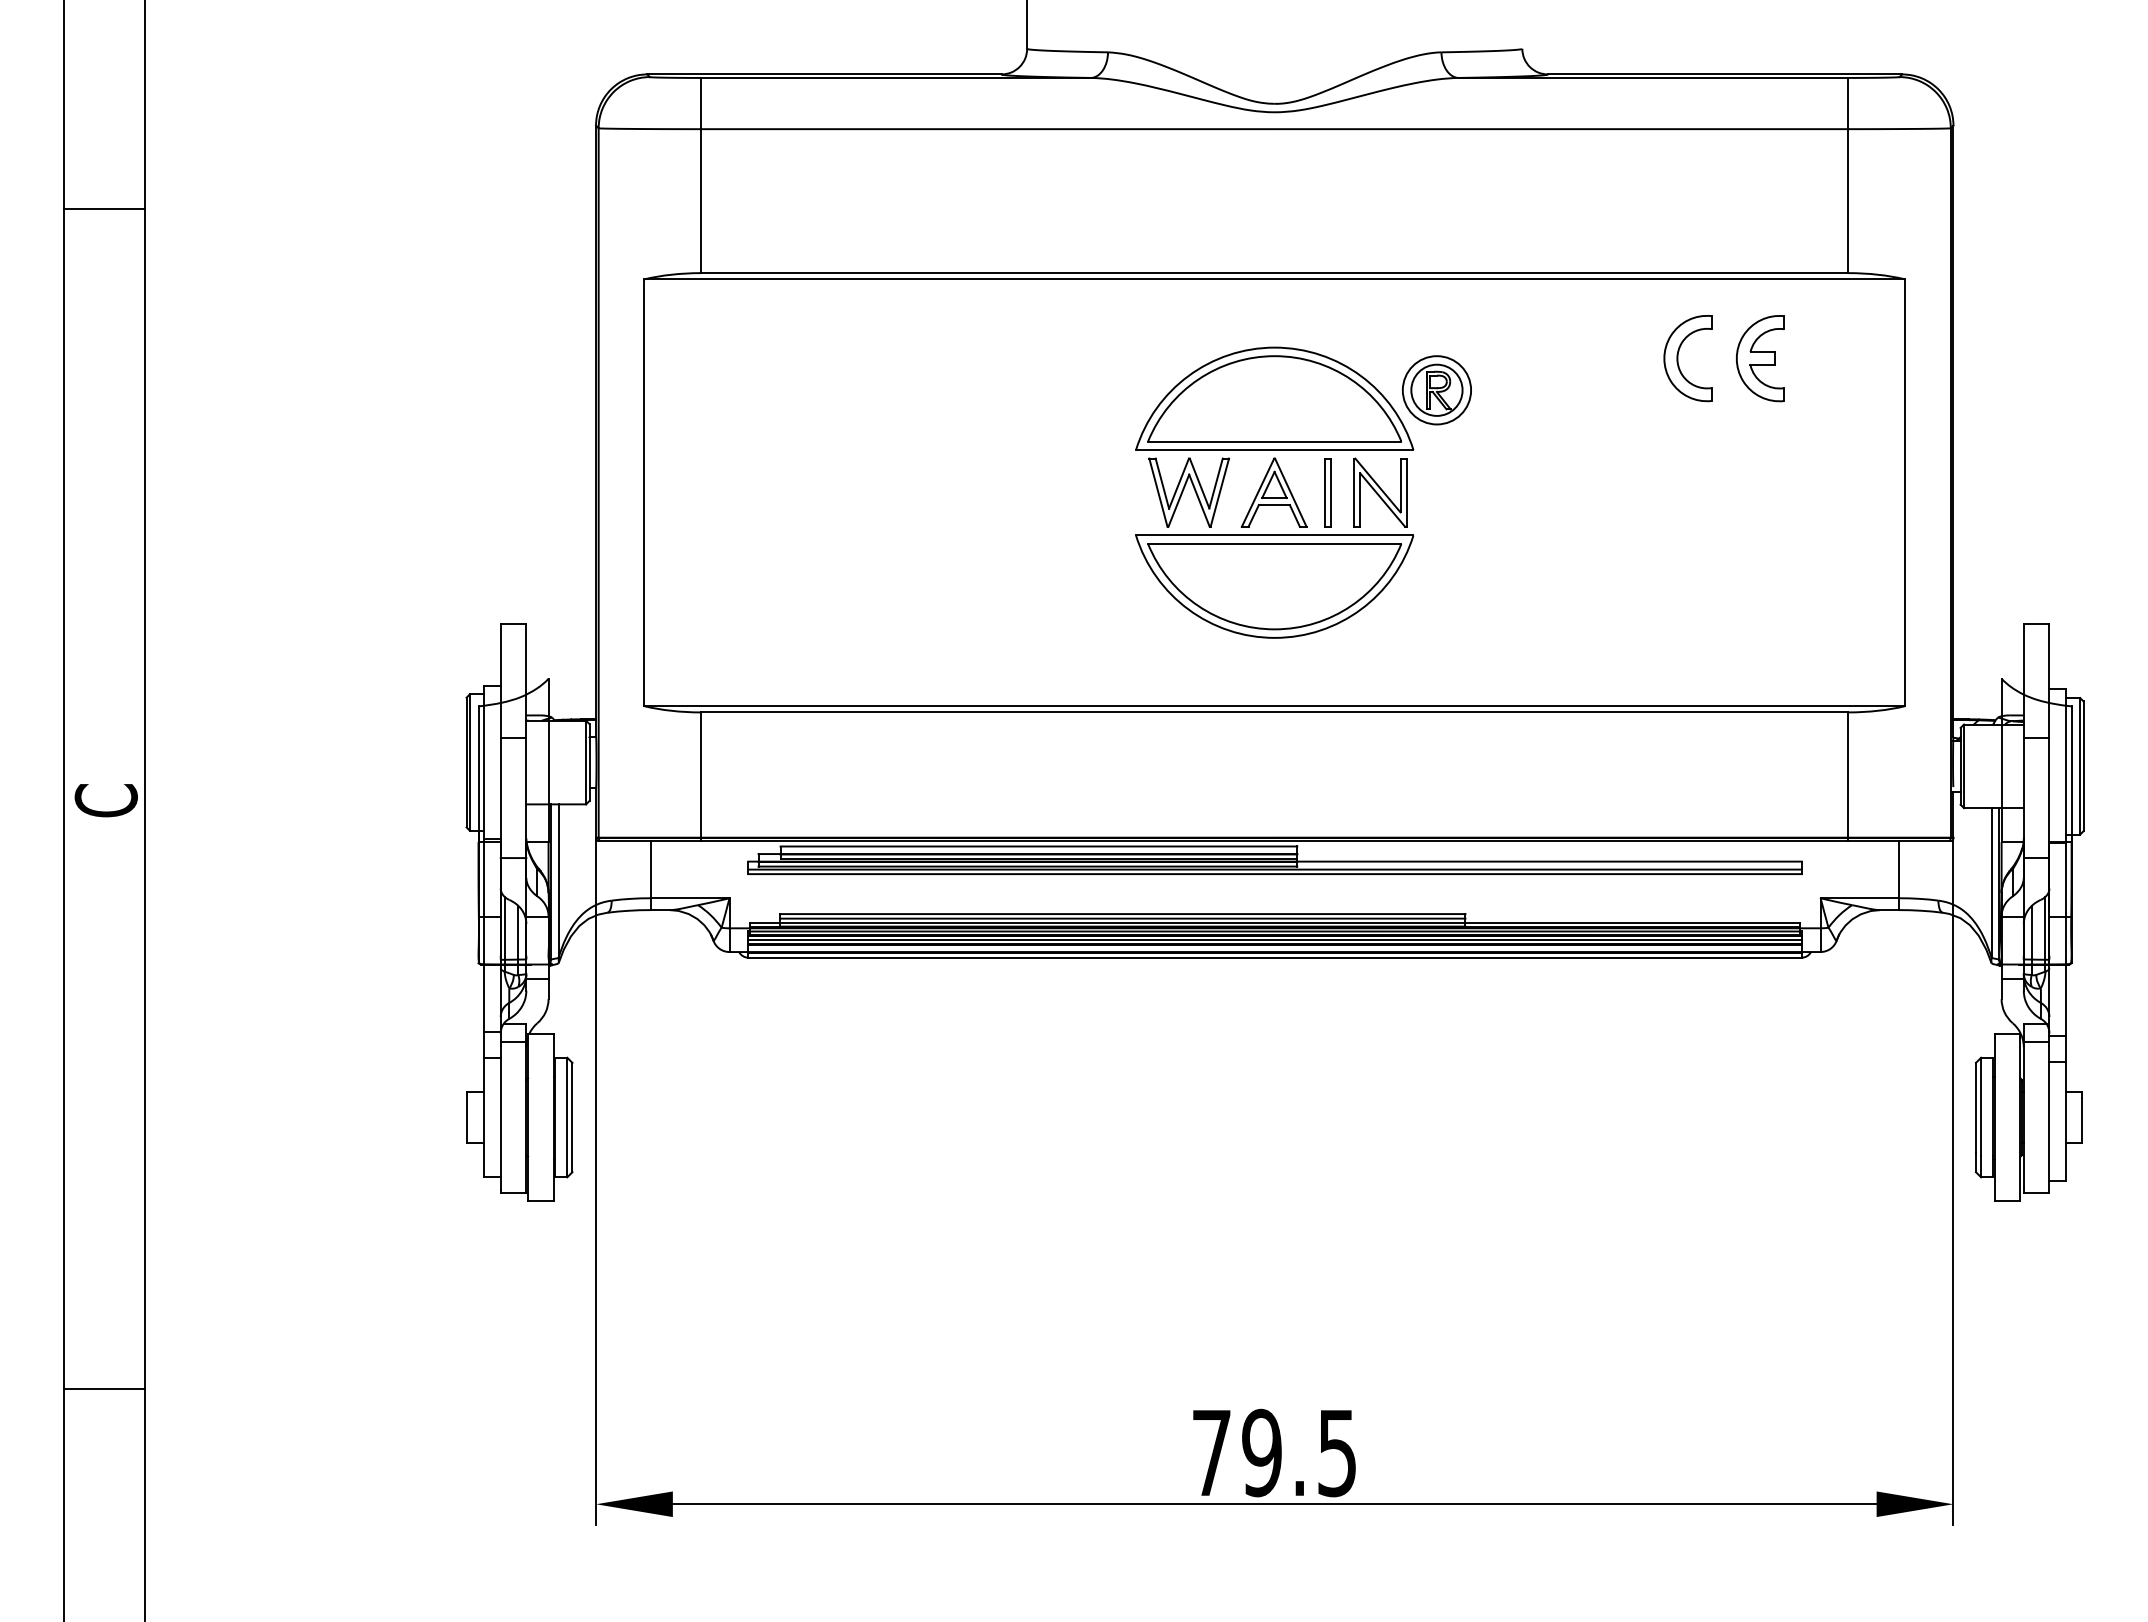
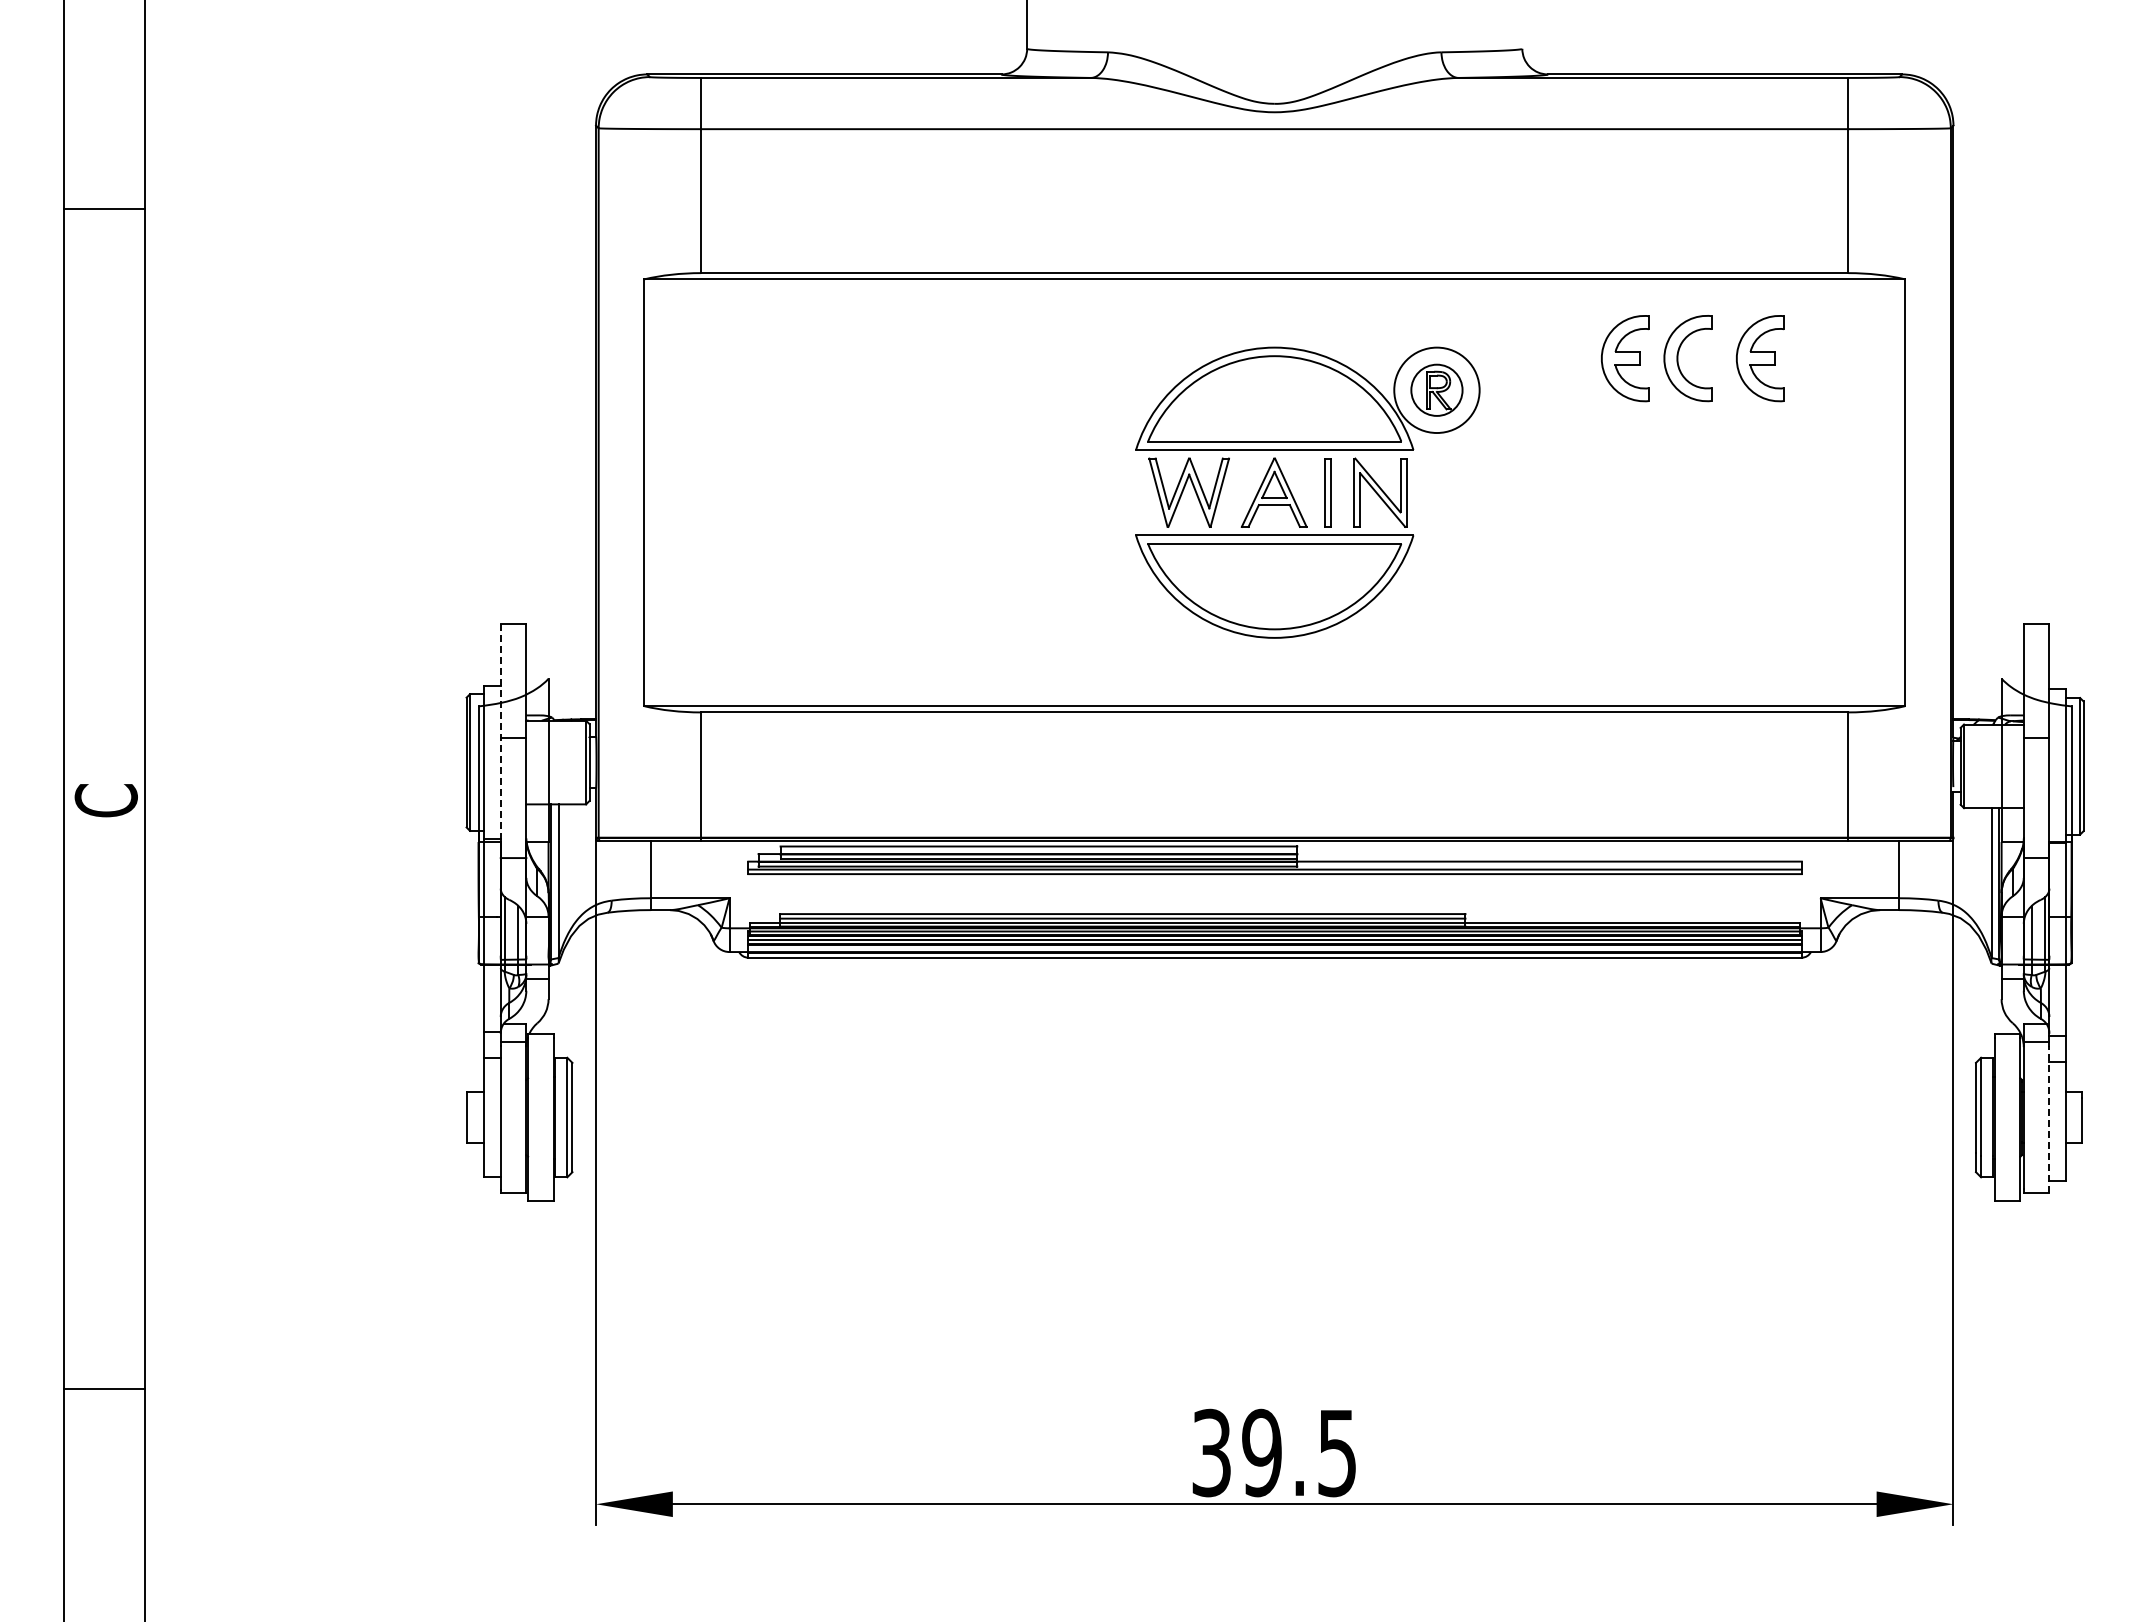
part at (1625, 358): none -> present
circle at (1436, 390) diameter: 68 px -> 85 px
line at (500, 731): solid -> dashed
line at (2049, 1118): solid -> dashed
text at (1211, 1452): 79.5 -> 39.5
